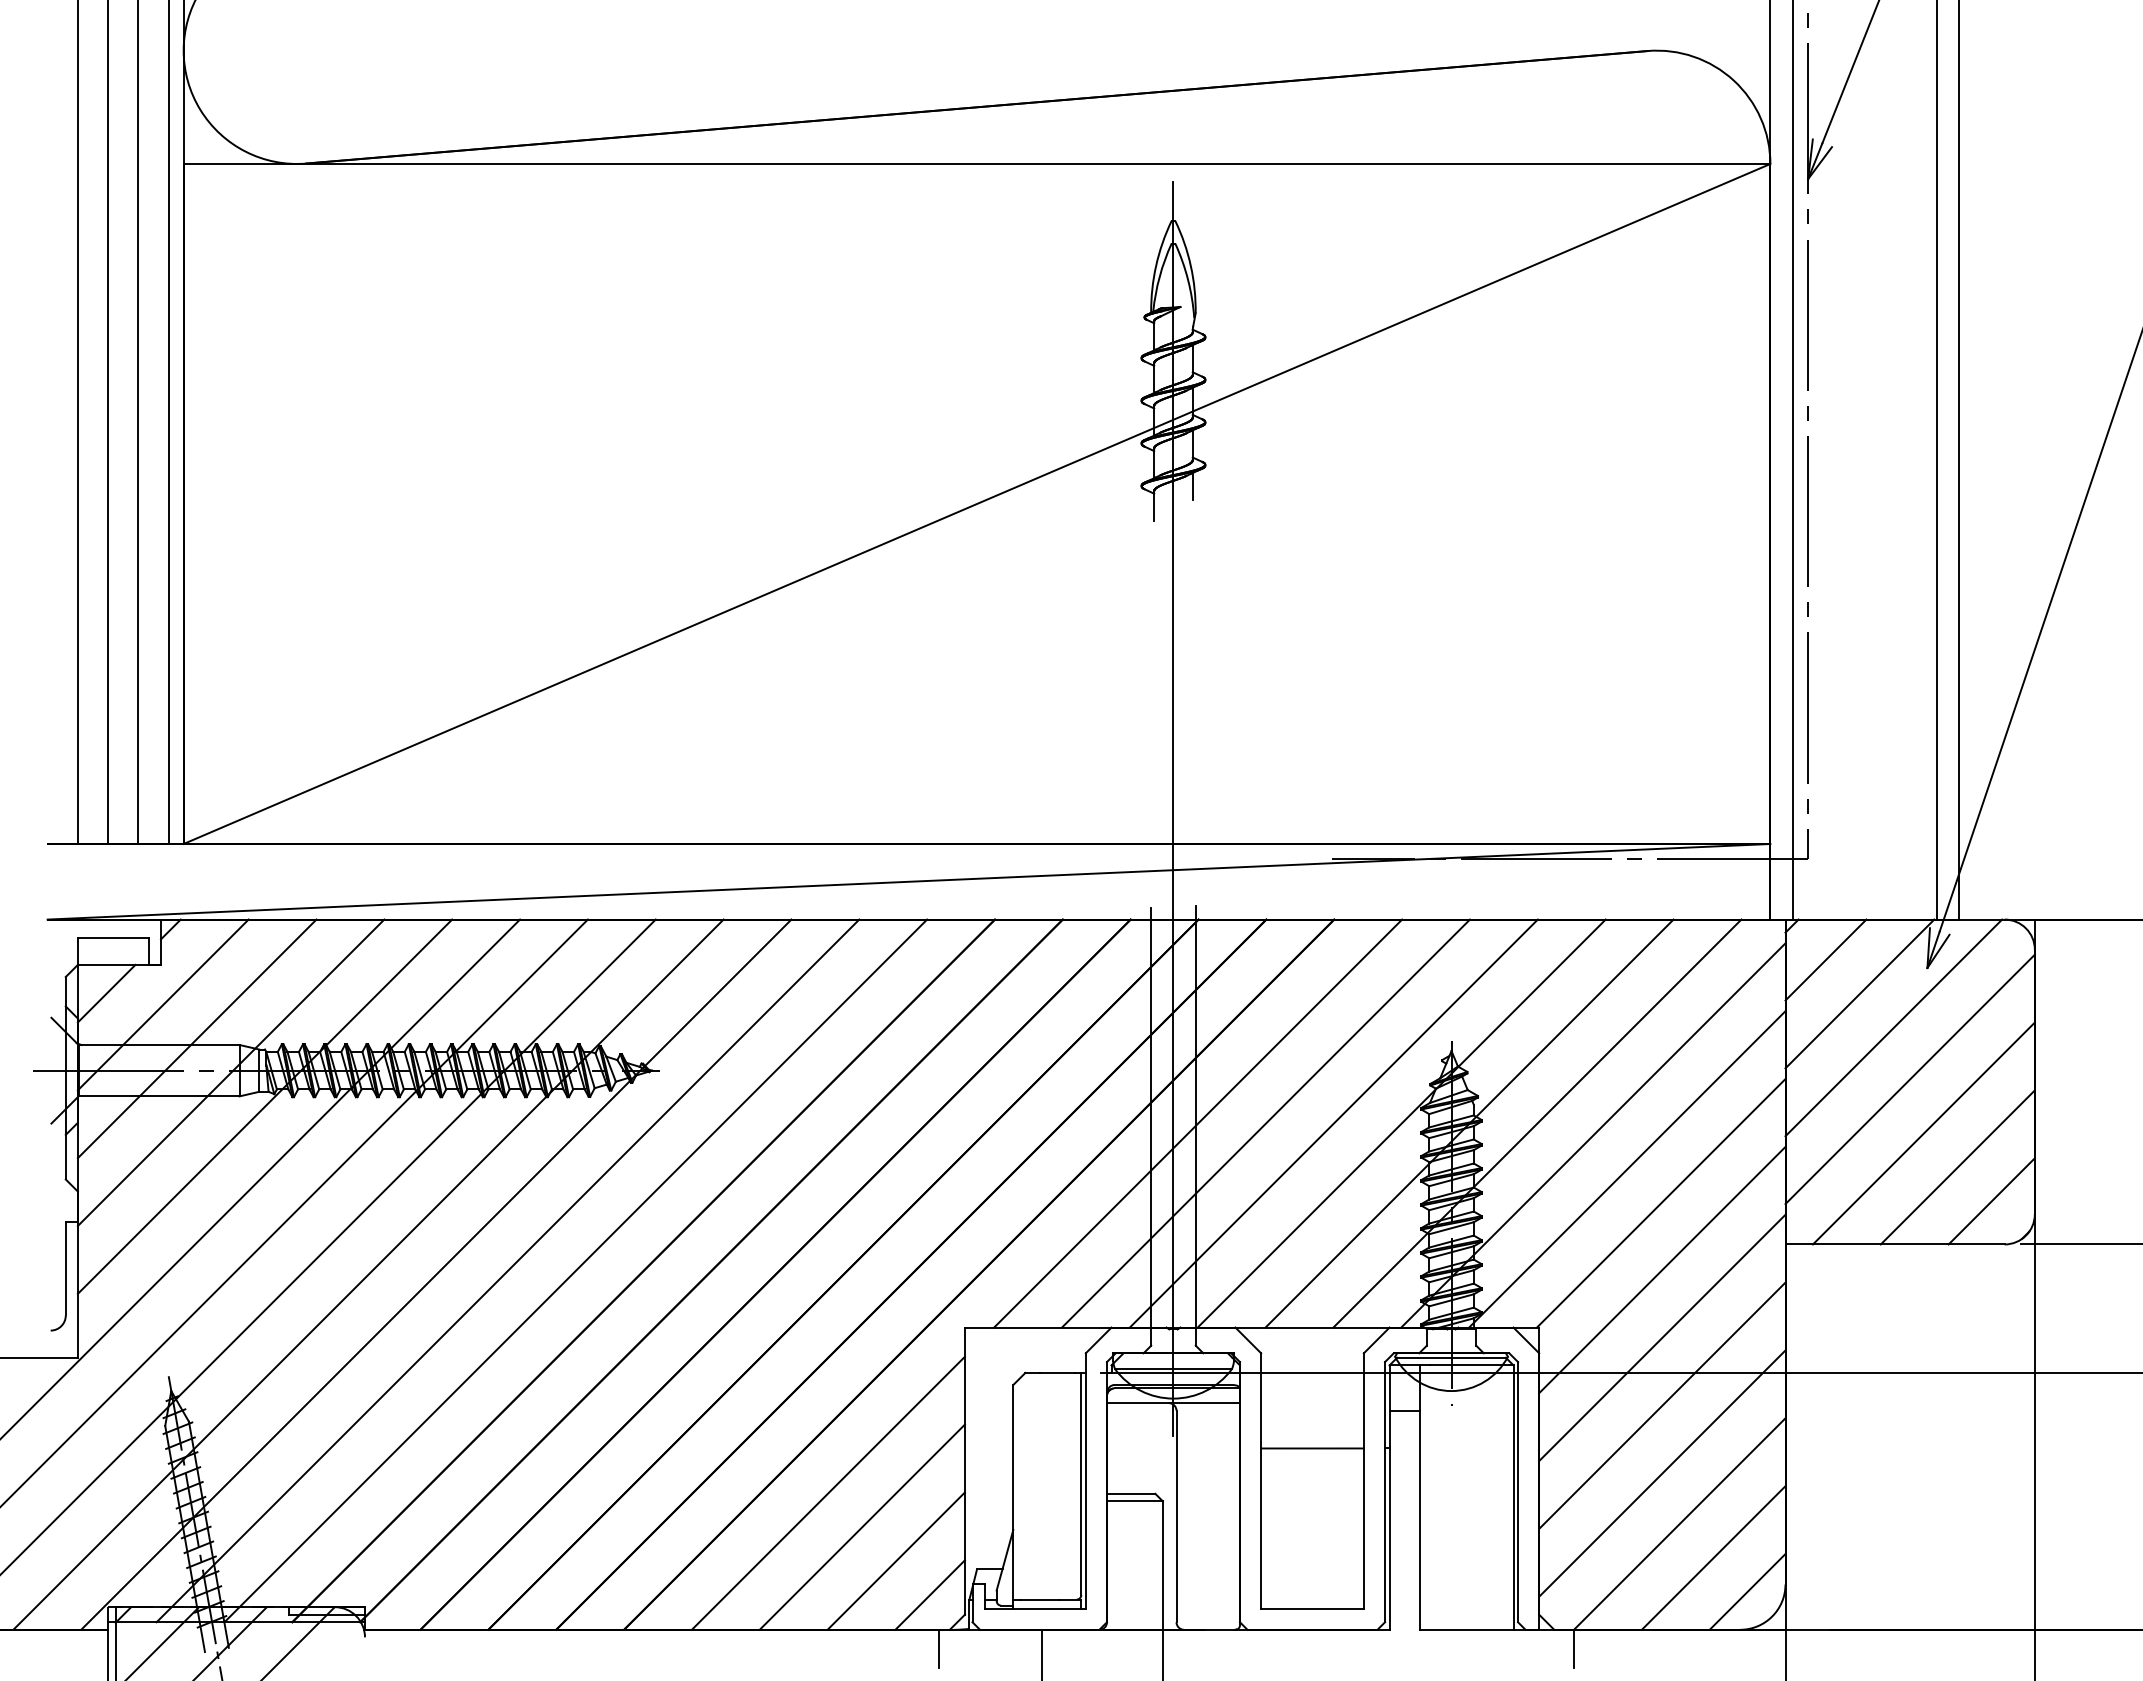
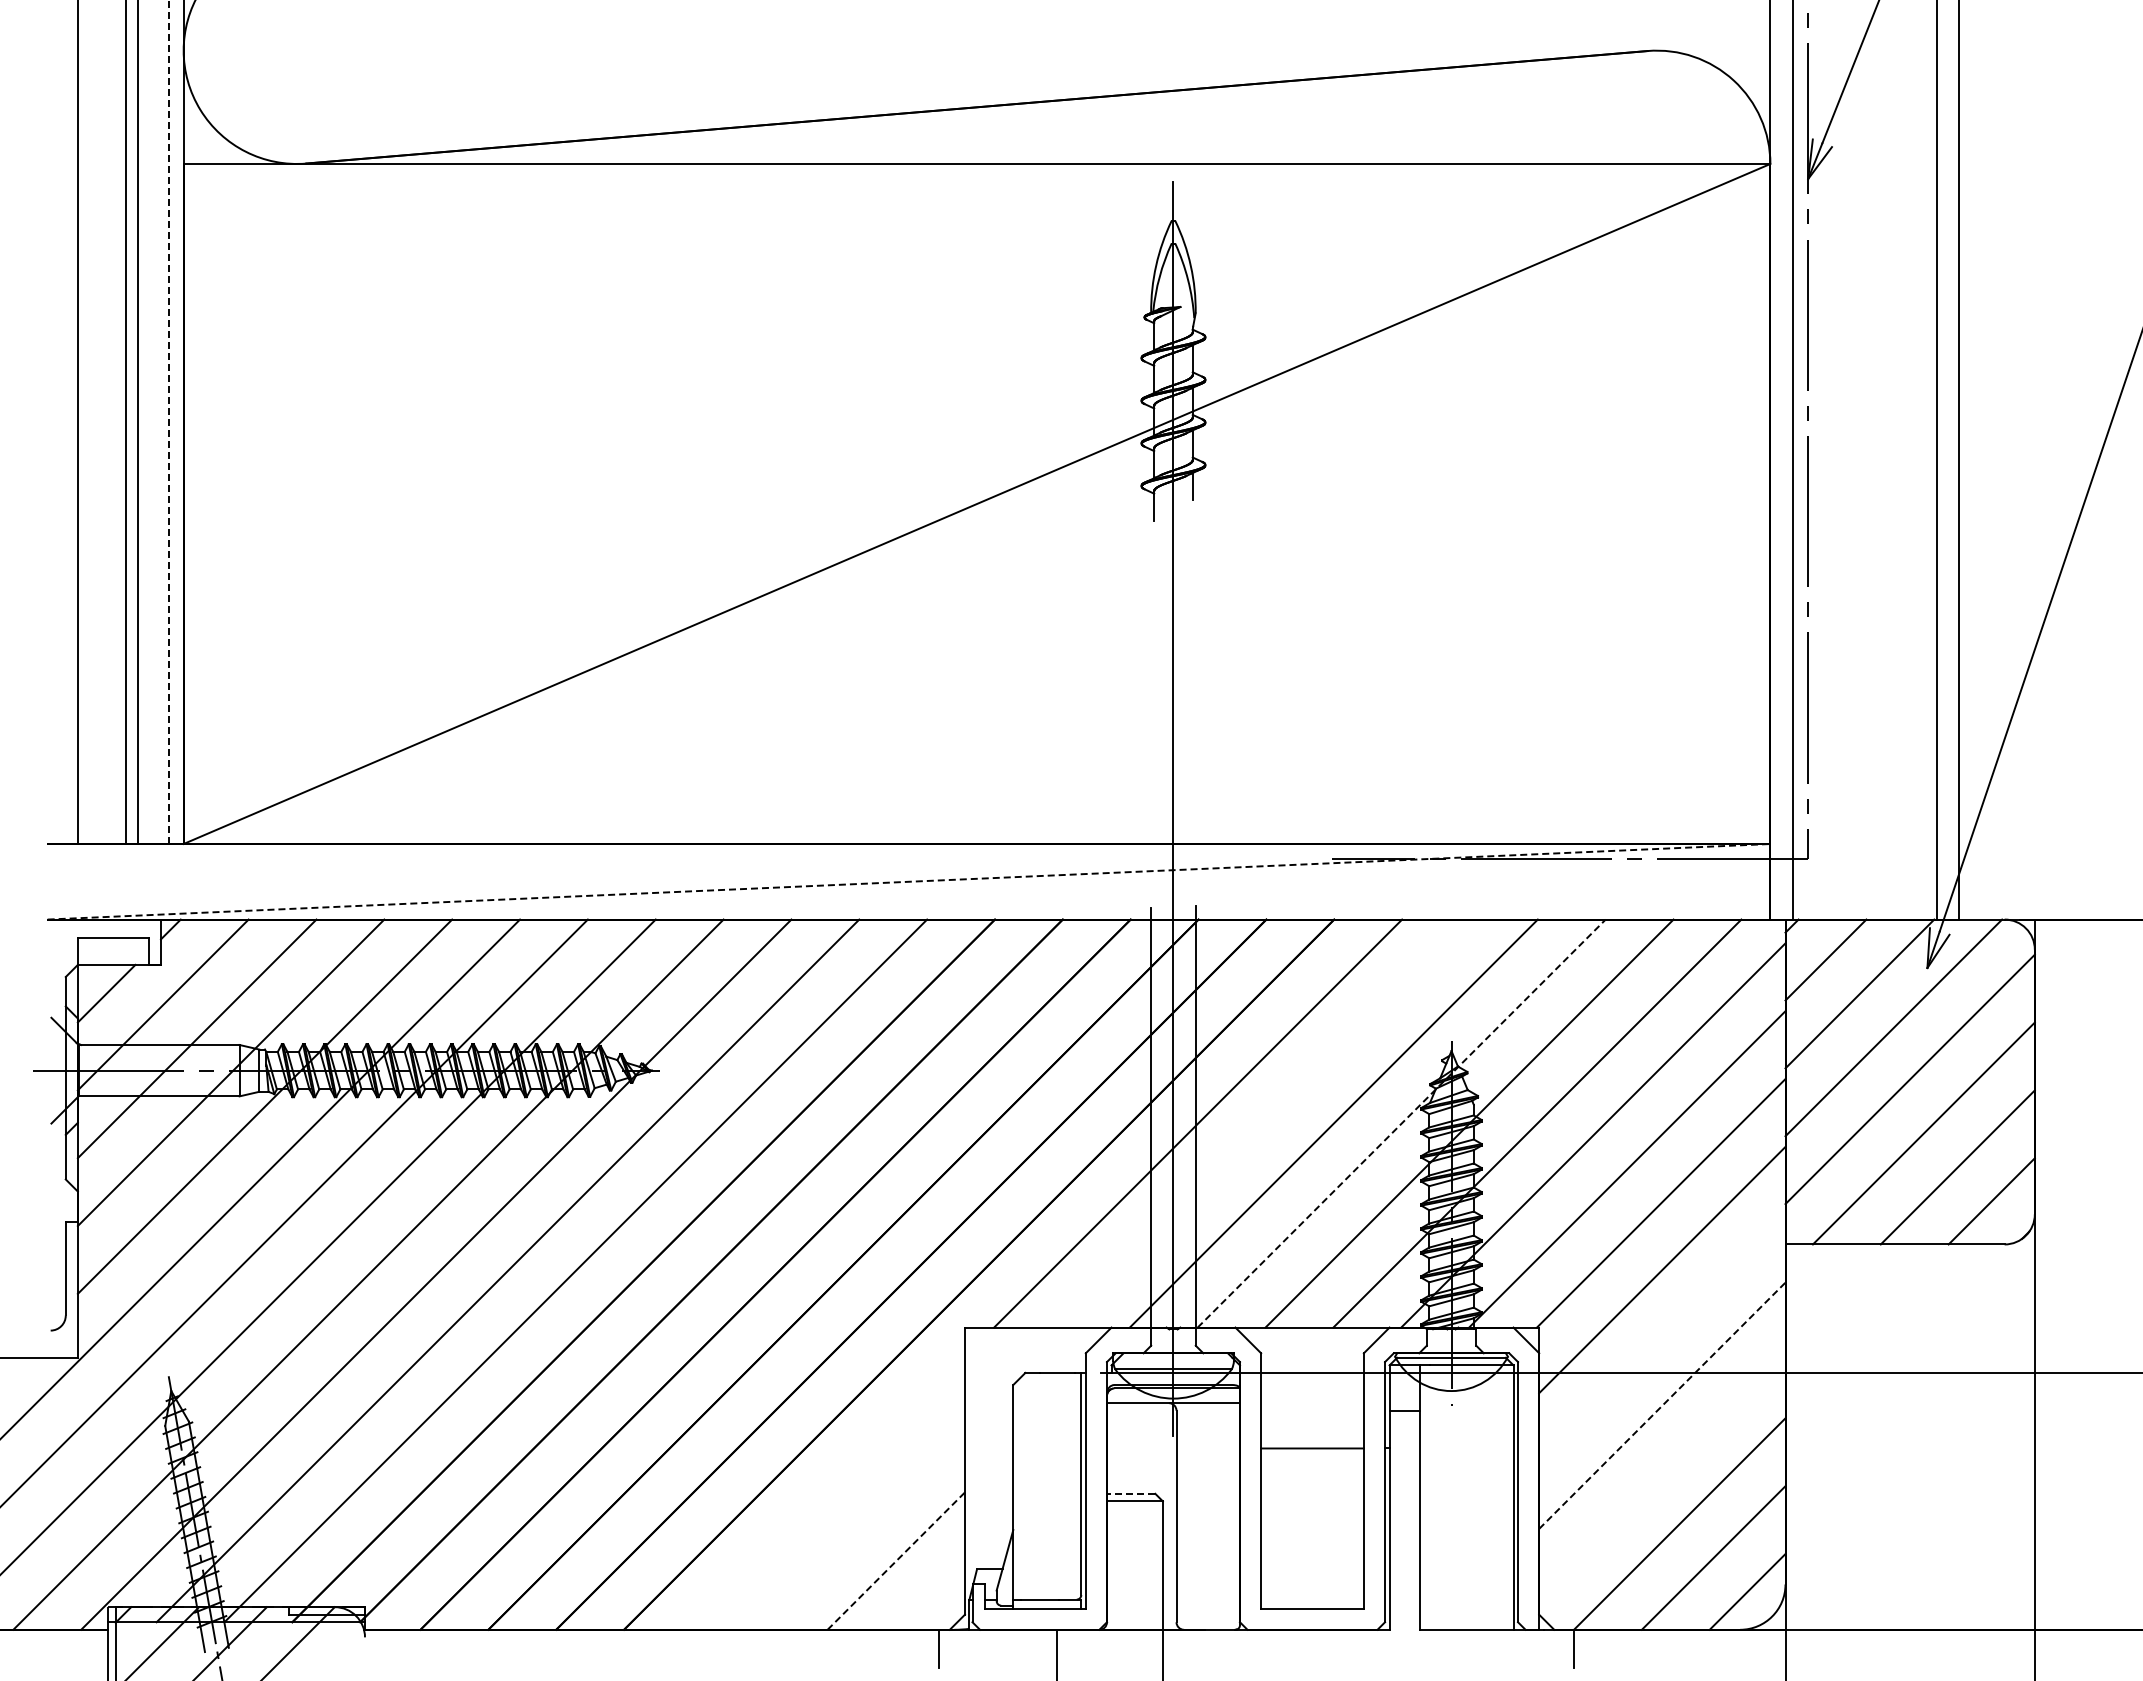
line at (168, 422): solid -> dashed
line at (108, 423) position: (108, 423) -> (126, 423)
line at (909, 881): solid -> dashed
line at (1265, 1123): present -> none
line at (1401, 1123): solid -> dashed
line at (2080, 1244): present -> none
line at (1662, 1337): present -> none
line at (1662, 1405): solid -> dashed
line at (1662, 1473): present -> none
line at (827, 1492): present -> none
line at (1130, 1493): solid -> dashed
line at (861, 1526): present -> none
line at (896, 1560): solid -> dashed
line at (929, 1594): present -> none
line at (1042, 1653) position: (1042, 1653) -> (1057, 1653)
